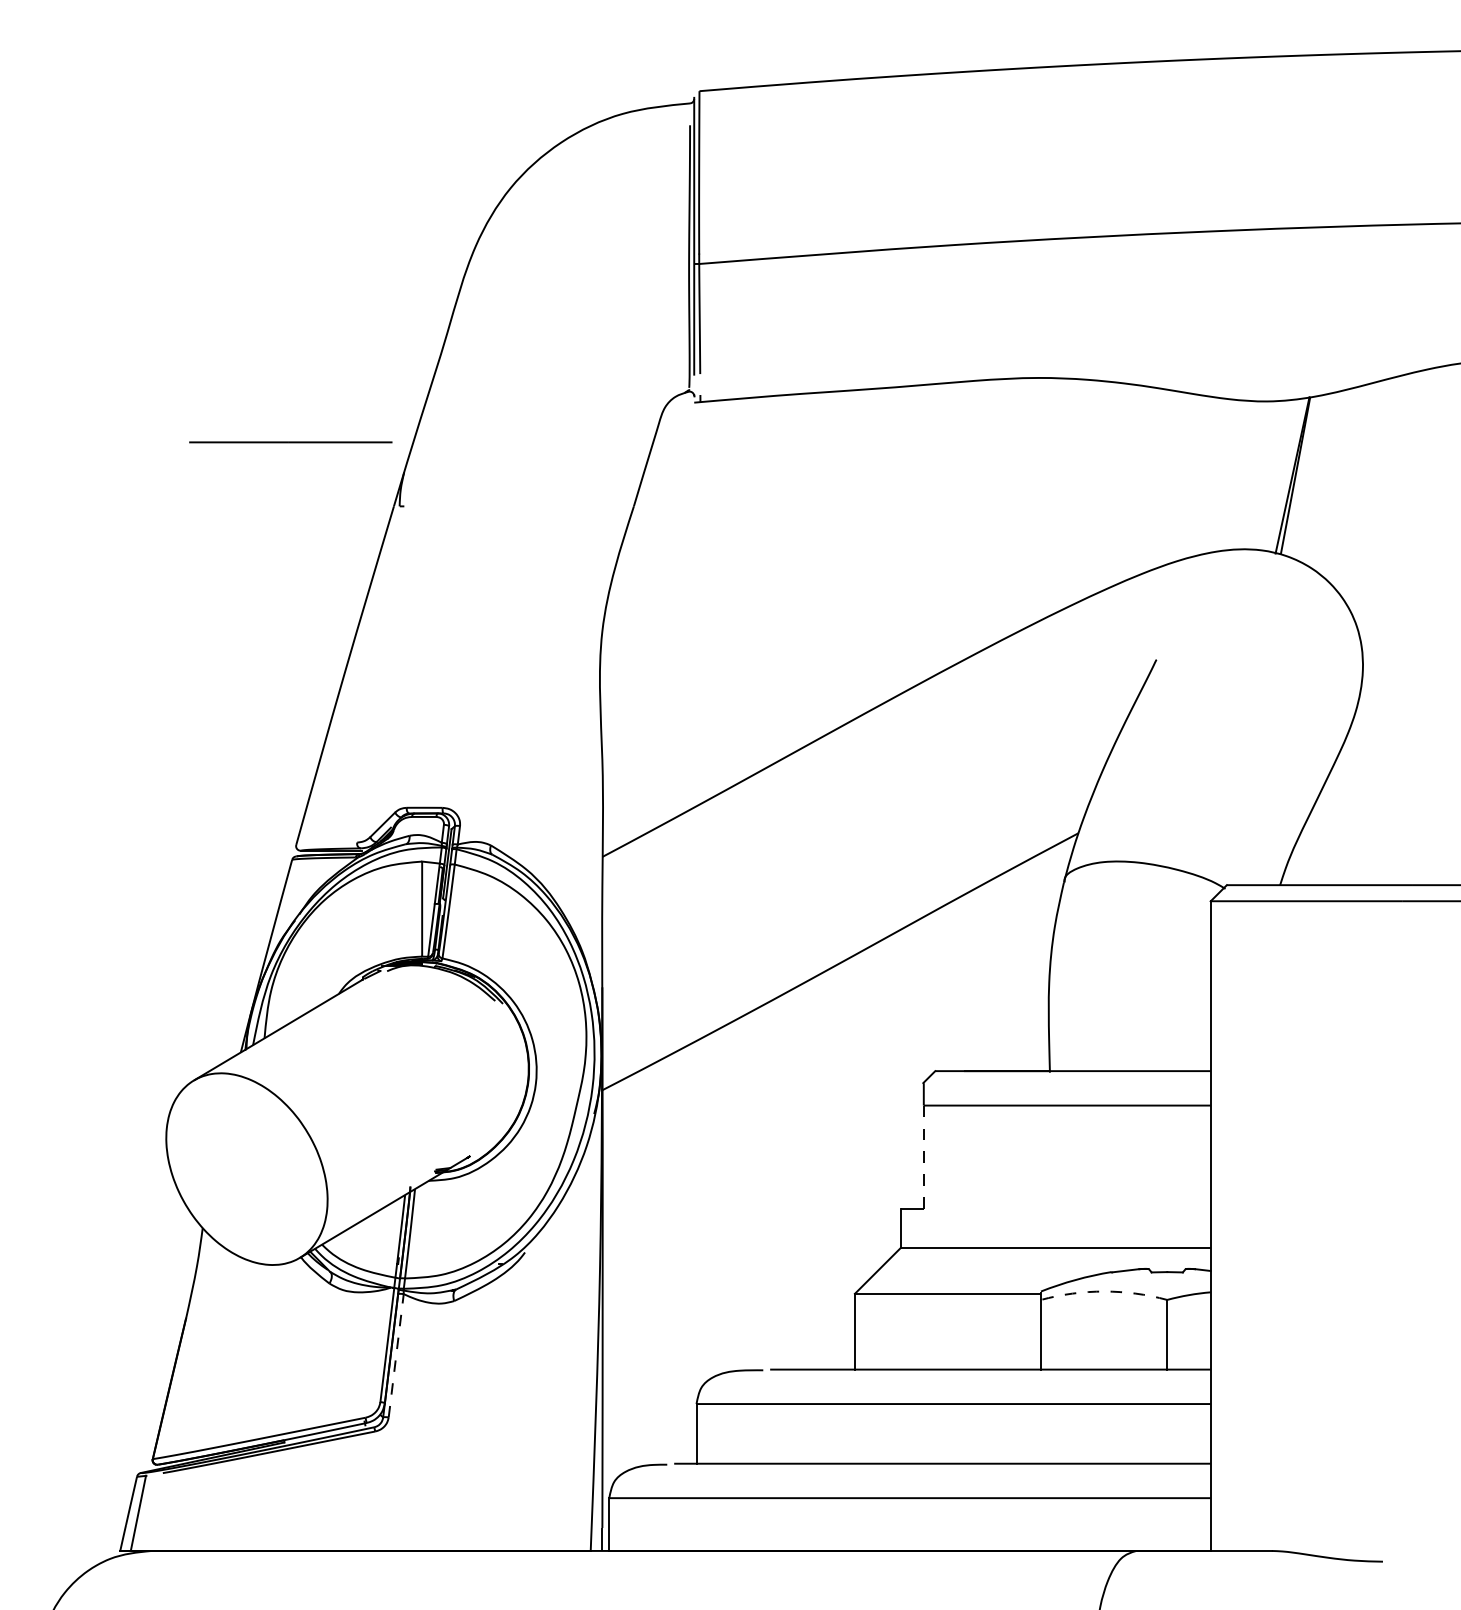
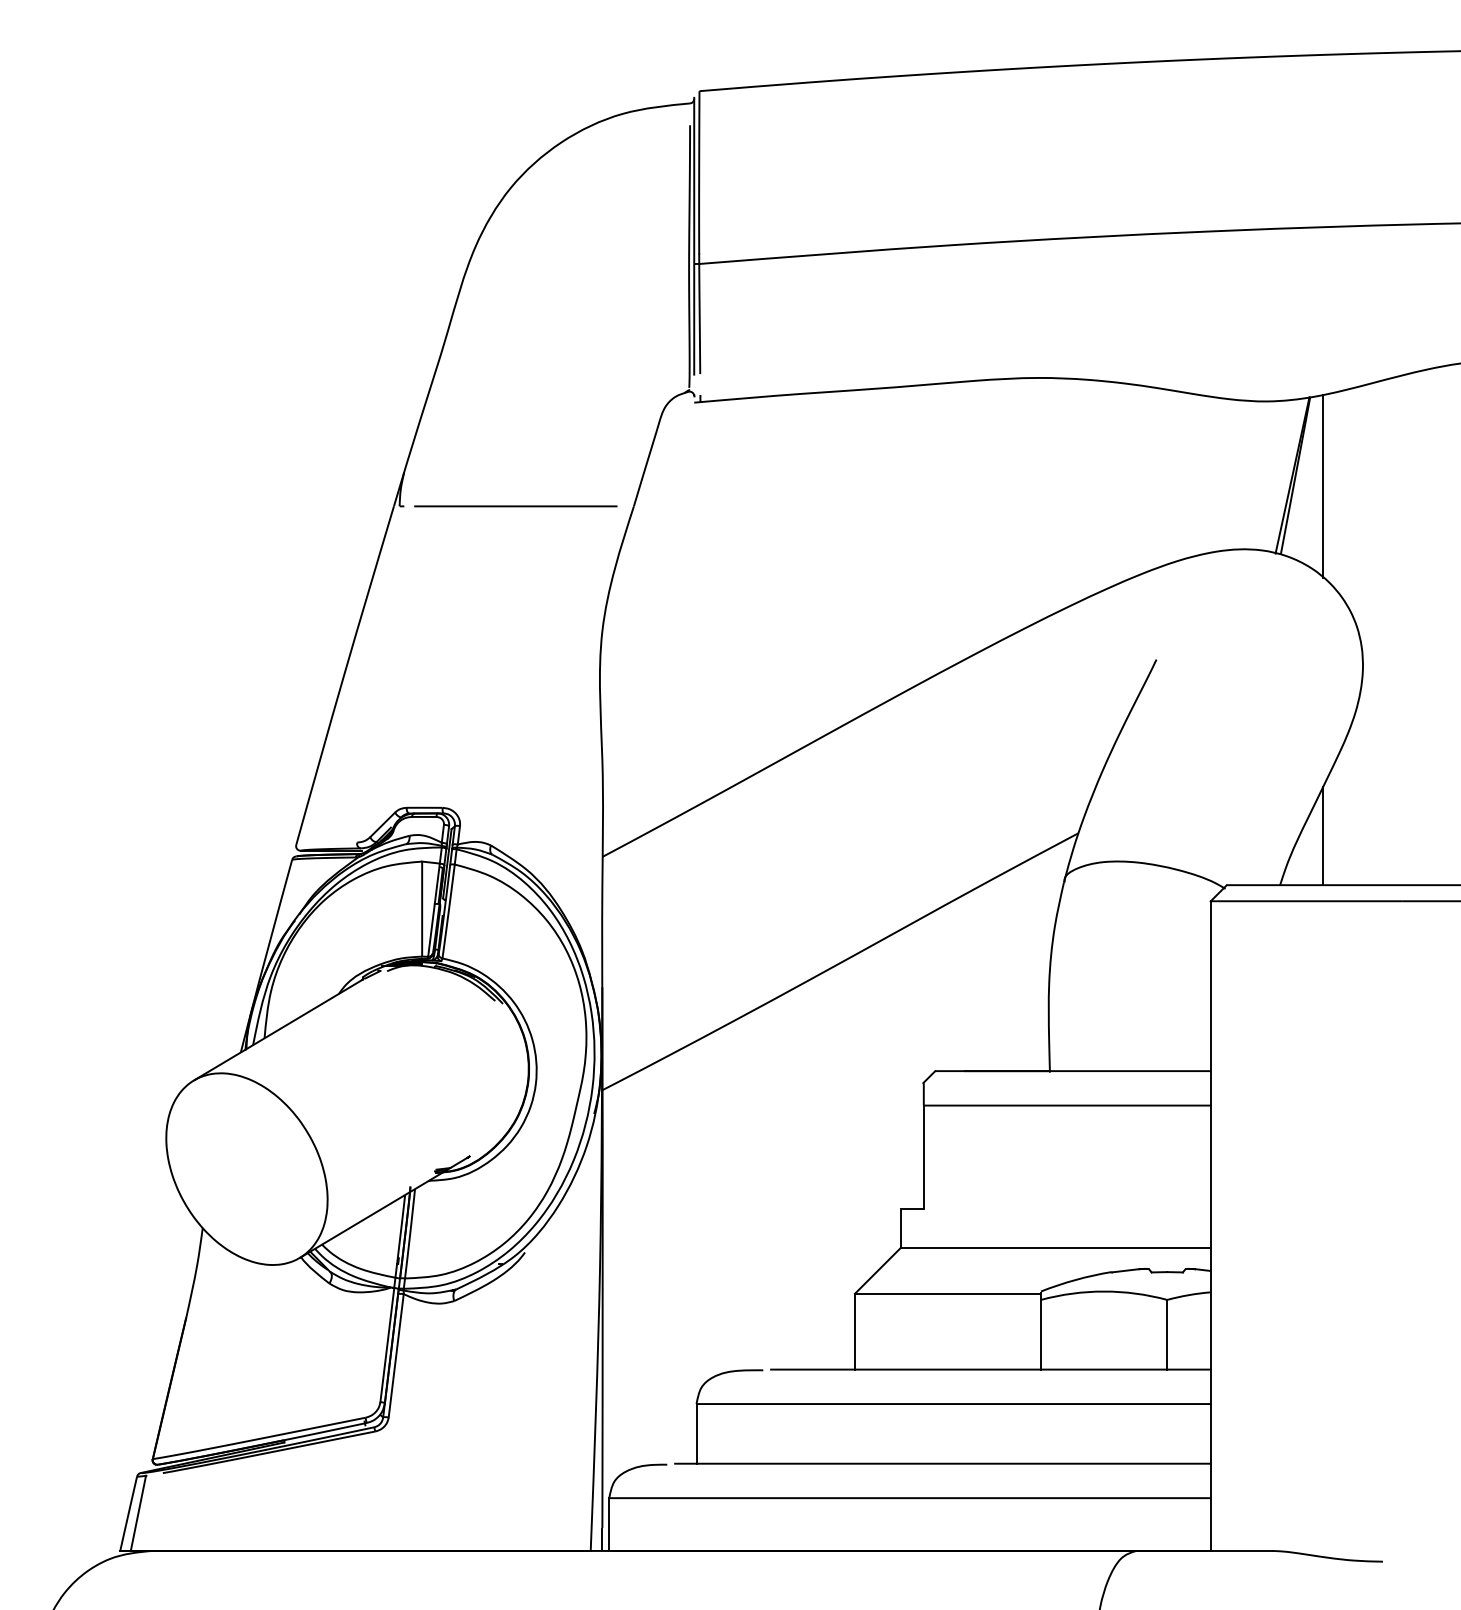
line at (290, 442) position: (290, 442) -> (515, 506)
line at (1322, 485): none -> present
line at (1322, 836): none -> present
line at (923, 1157): dashed -> solid
arc at (1104, 1291): dashed -> solid
line at (396, 1355): dashed -> solid
